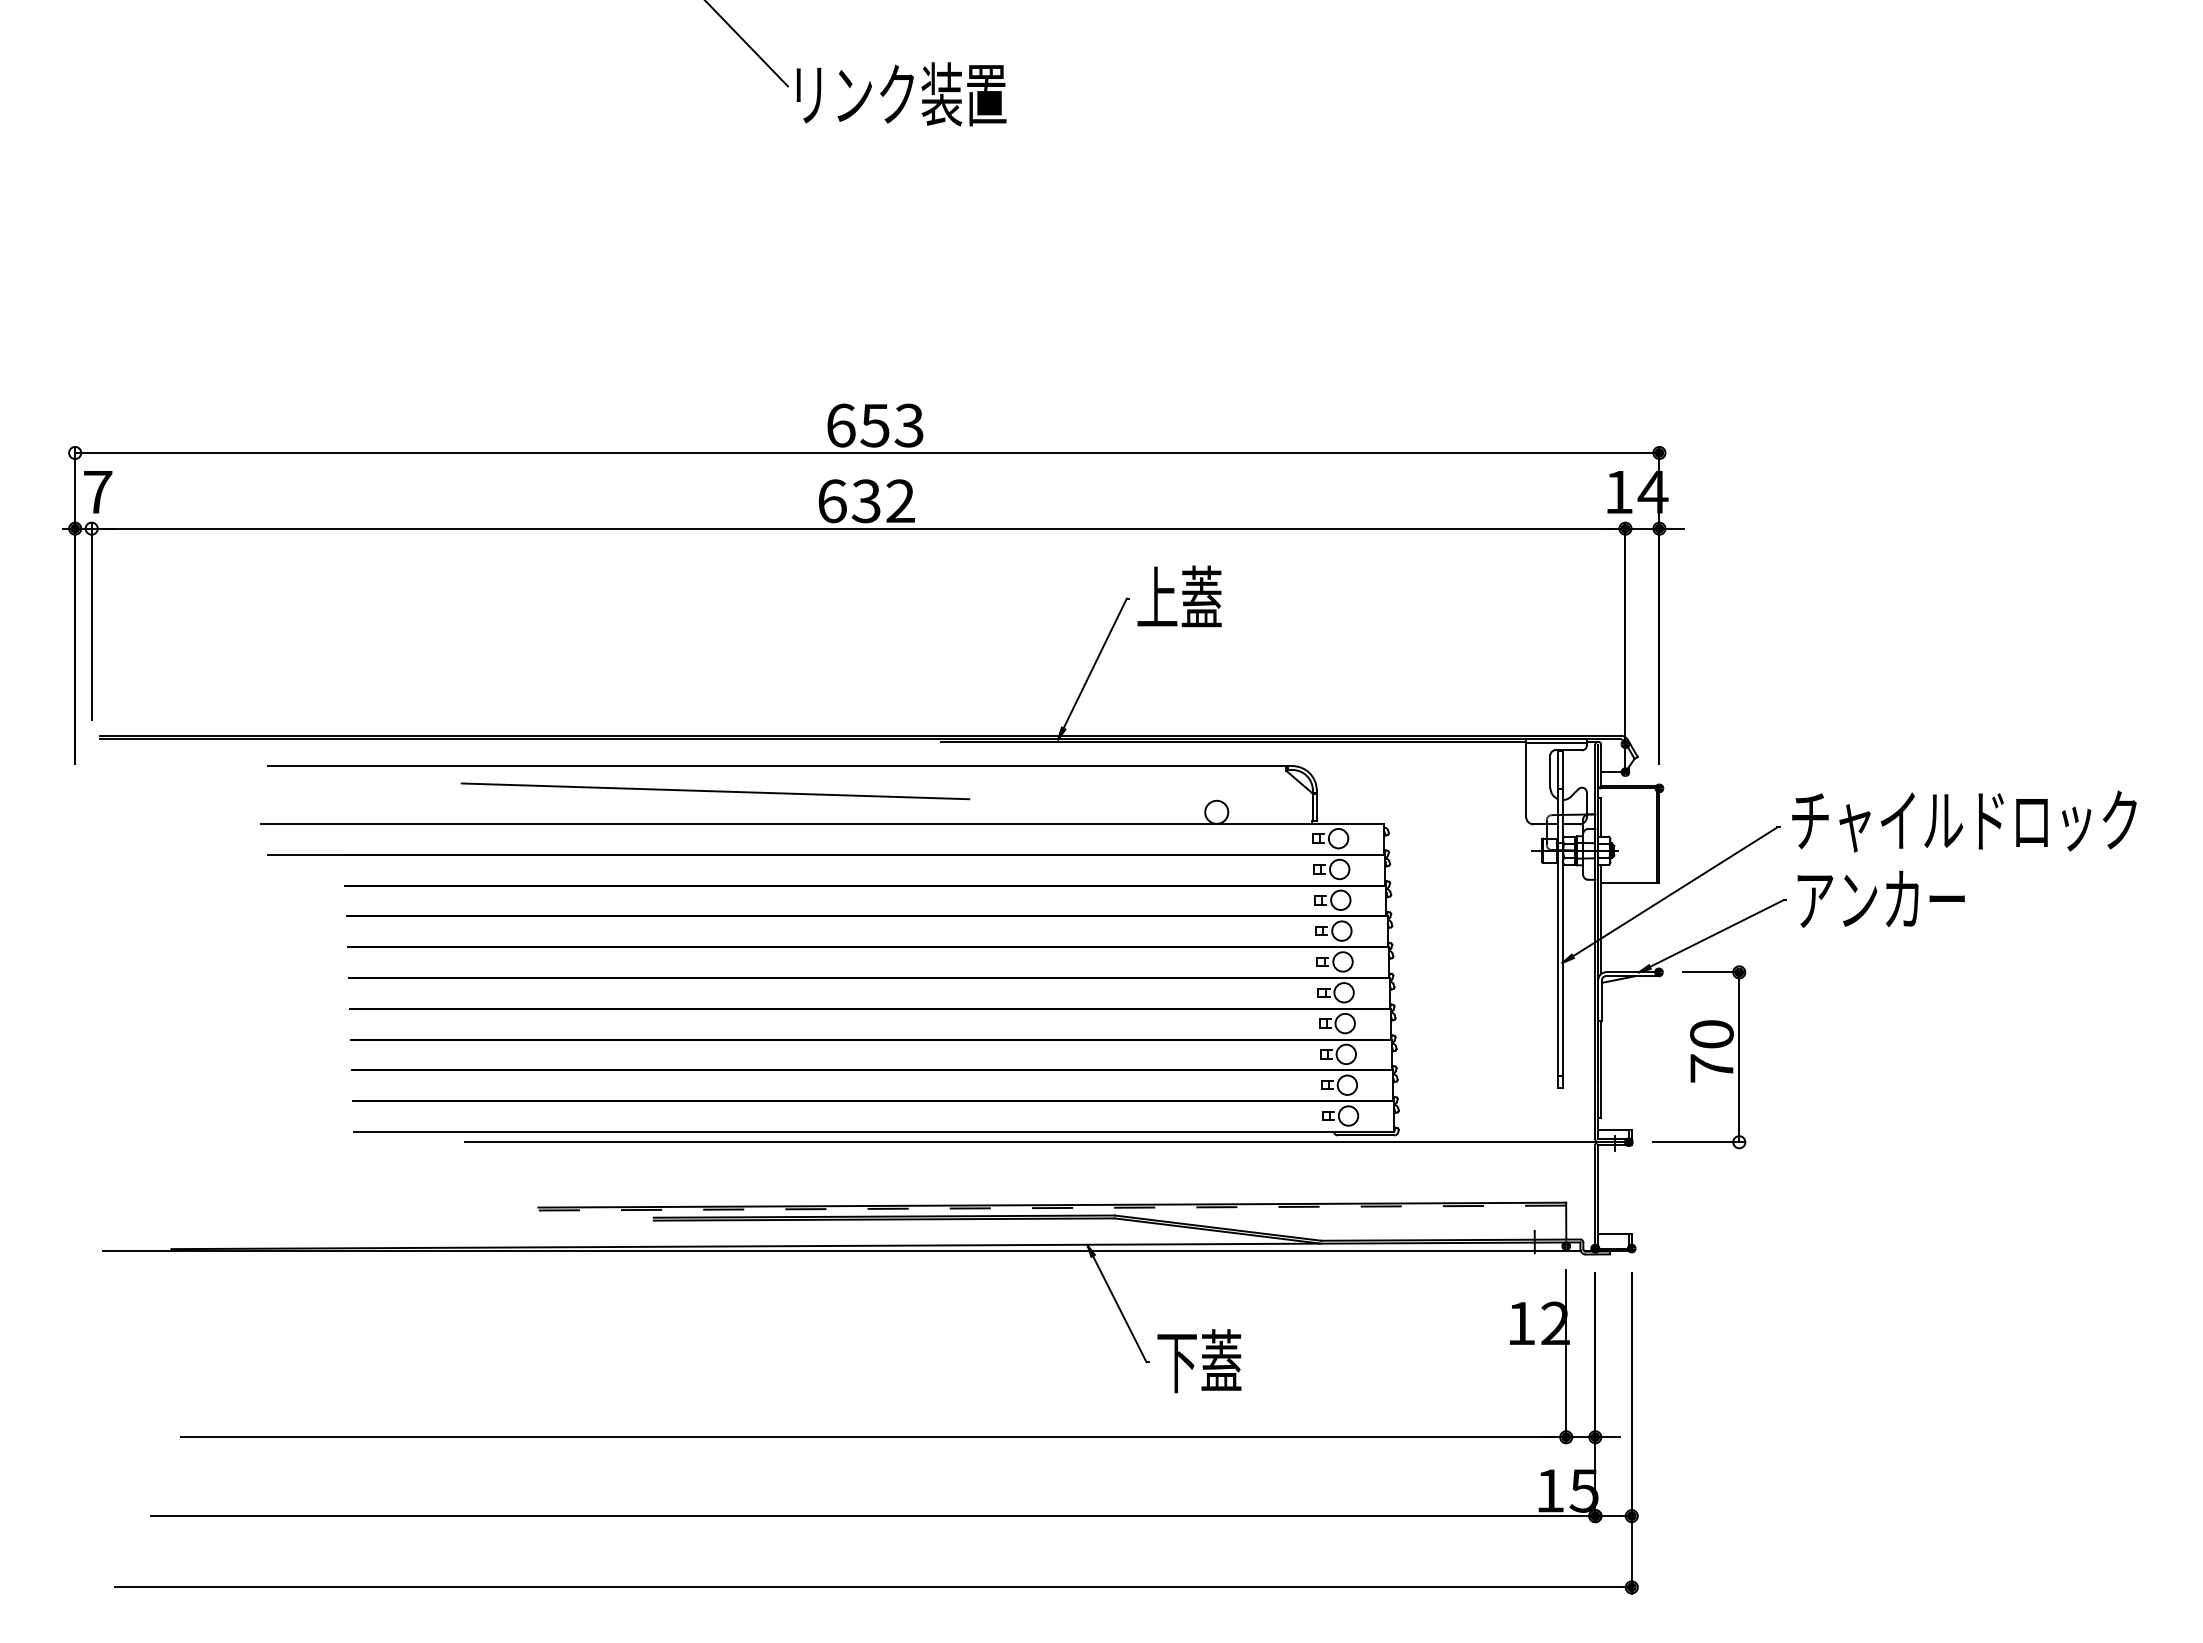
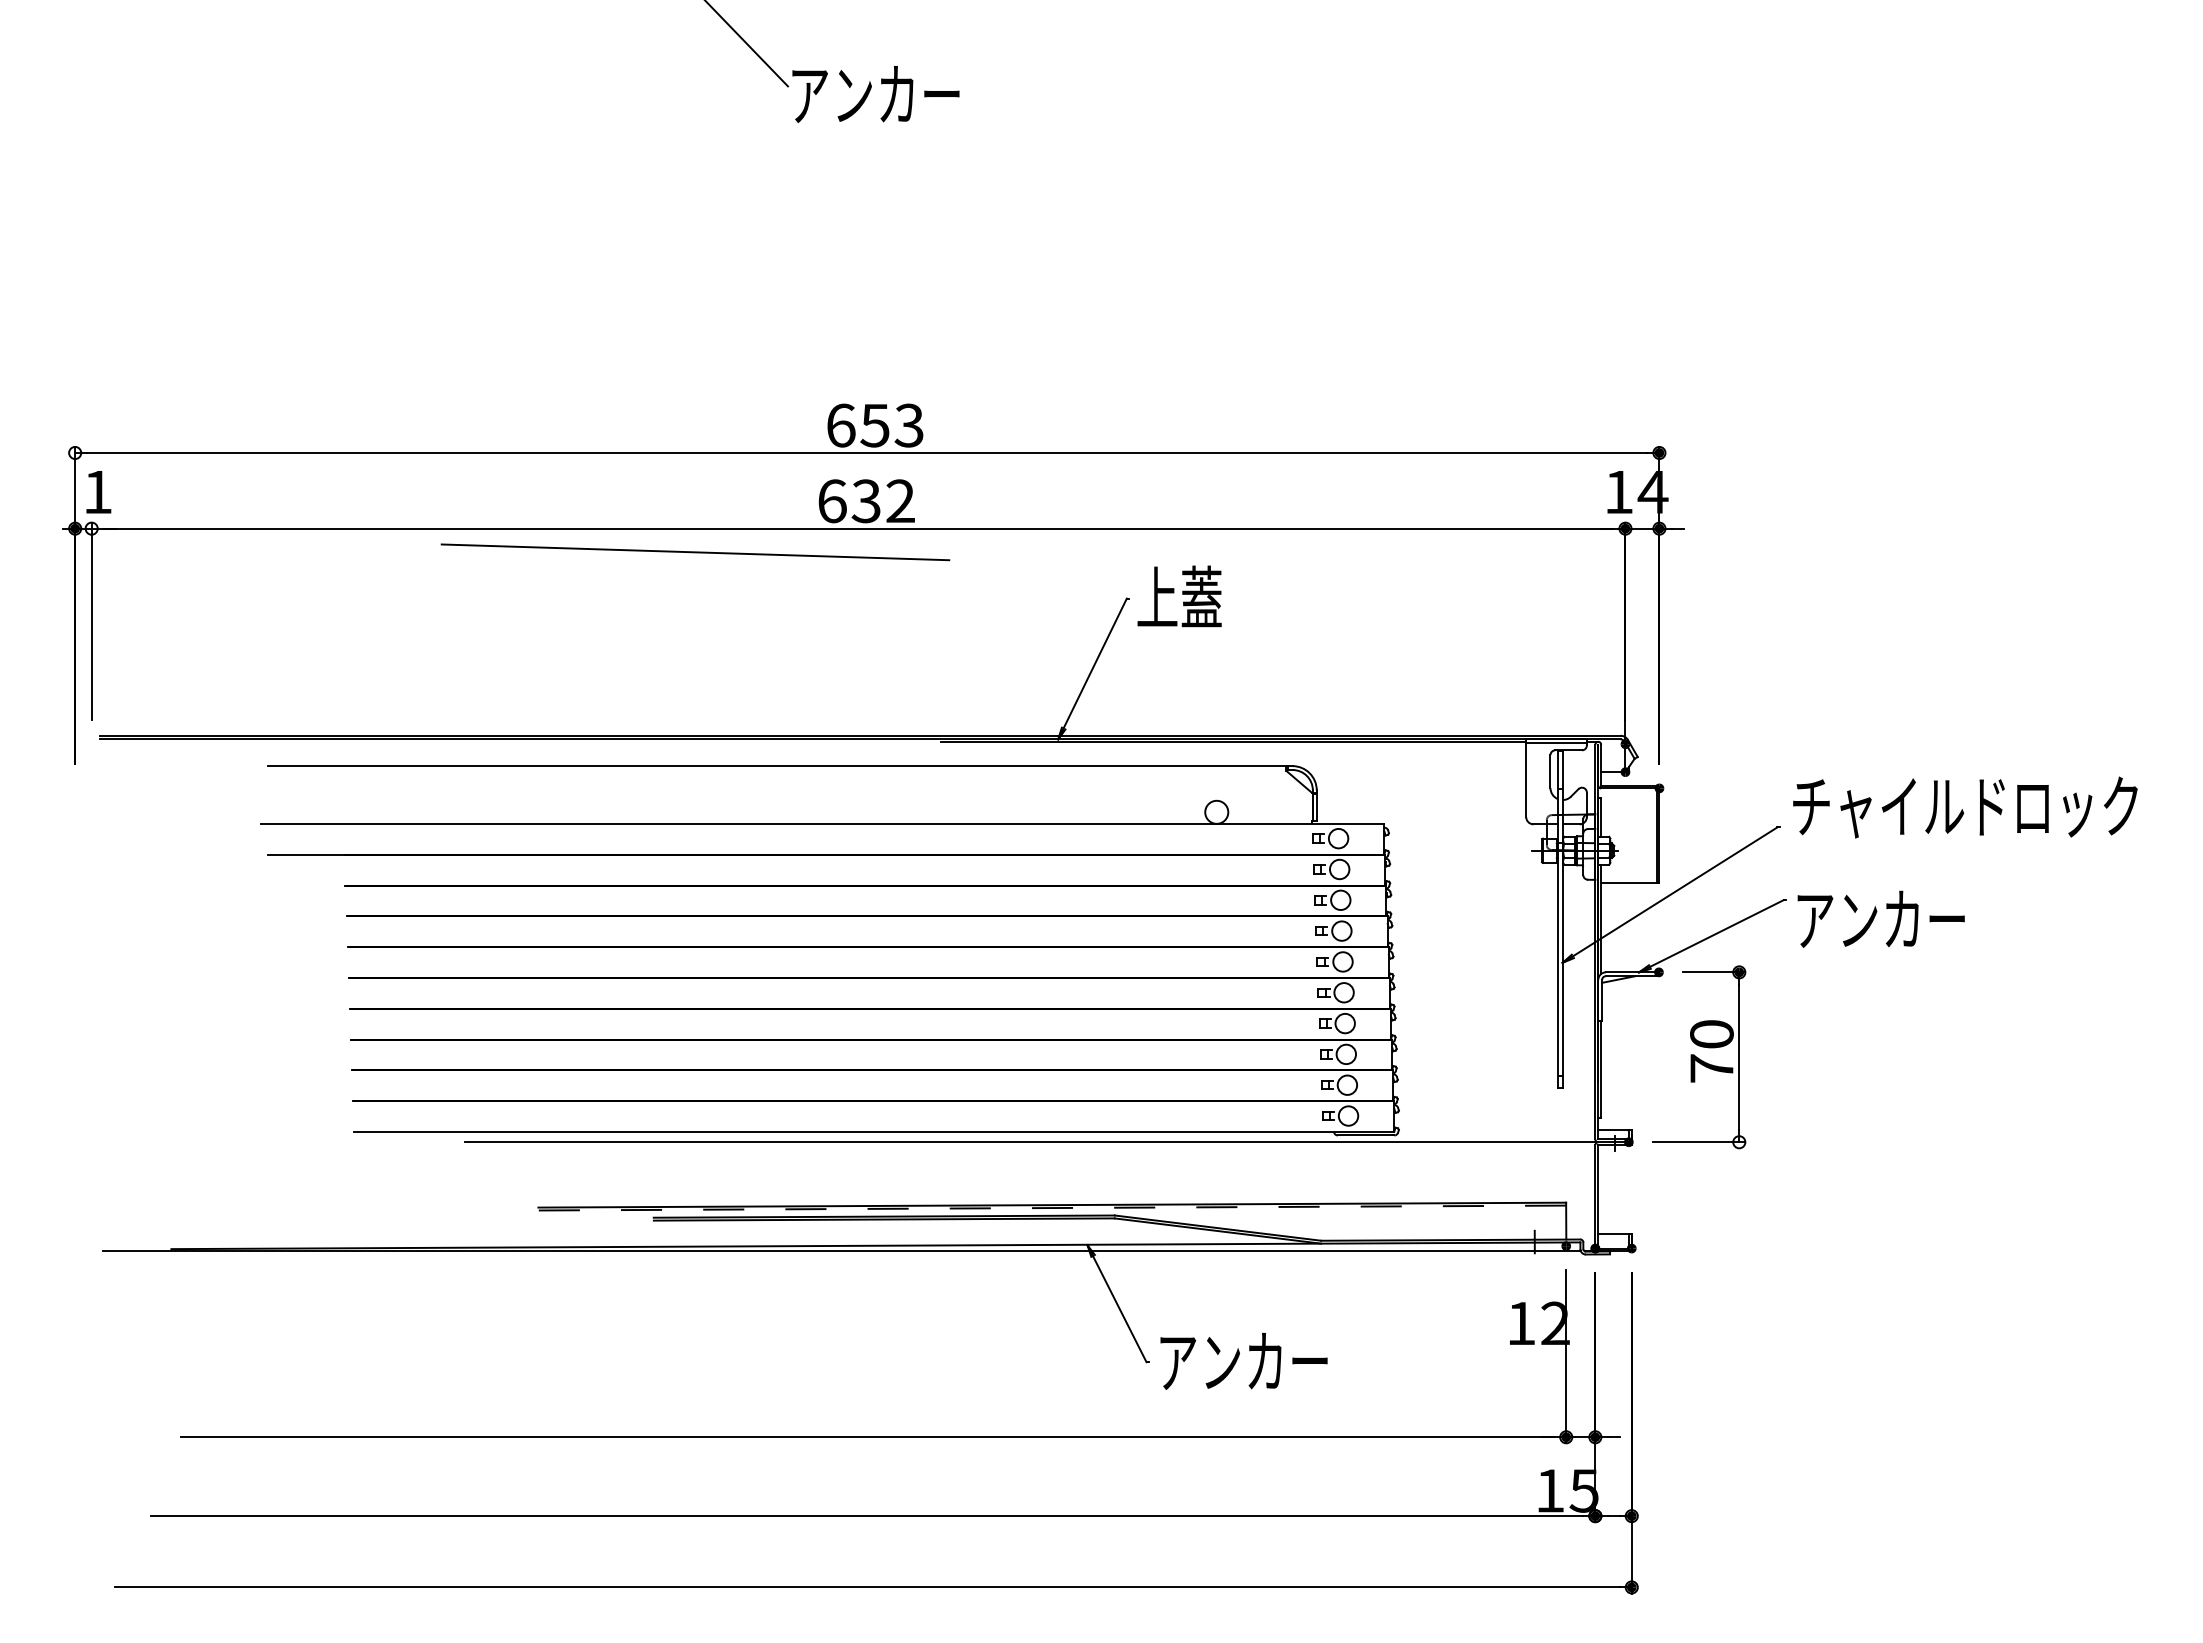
text at (899, 94): リンク装置 -> アンカー
text at (98, 492): 7 -> 1
line at (715, 791) position: (715, 791) -> (695, 552)
text at (1964, 821) position: (1964, 821) -> (1965, 807)
text at (1880, 898) position: (1880, 898) -> (1880, 918)
text at (1242, 1361): 下蓋 -> アンカー
